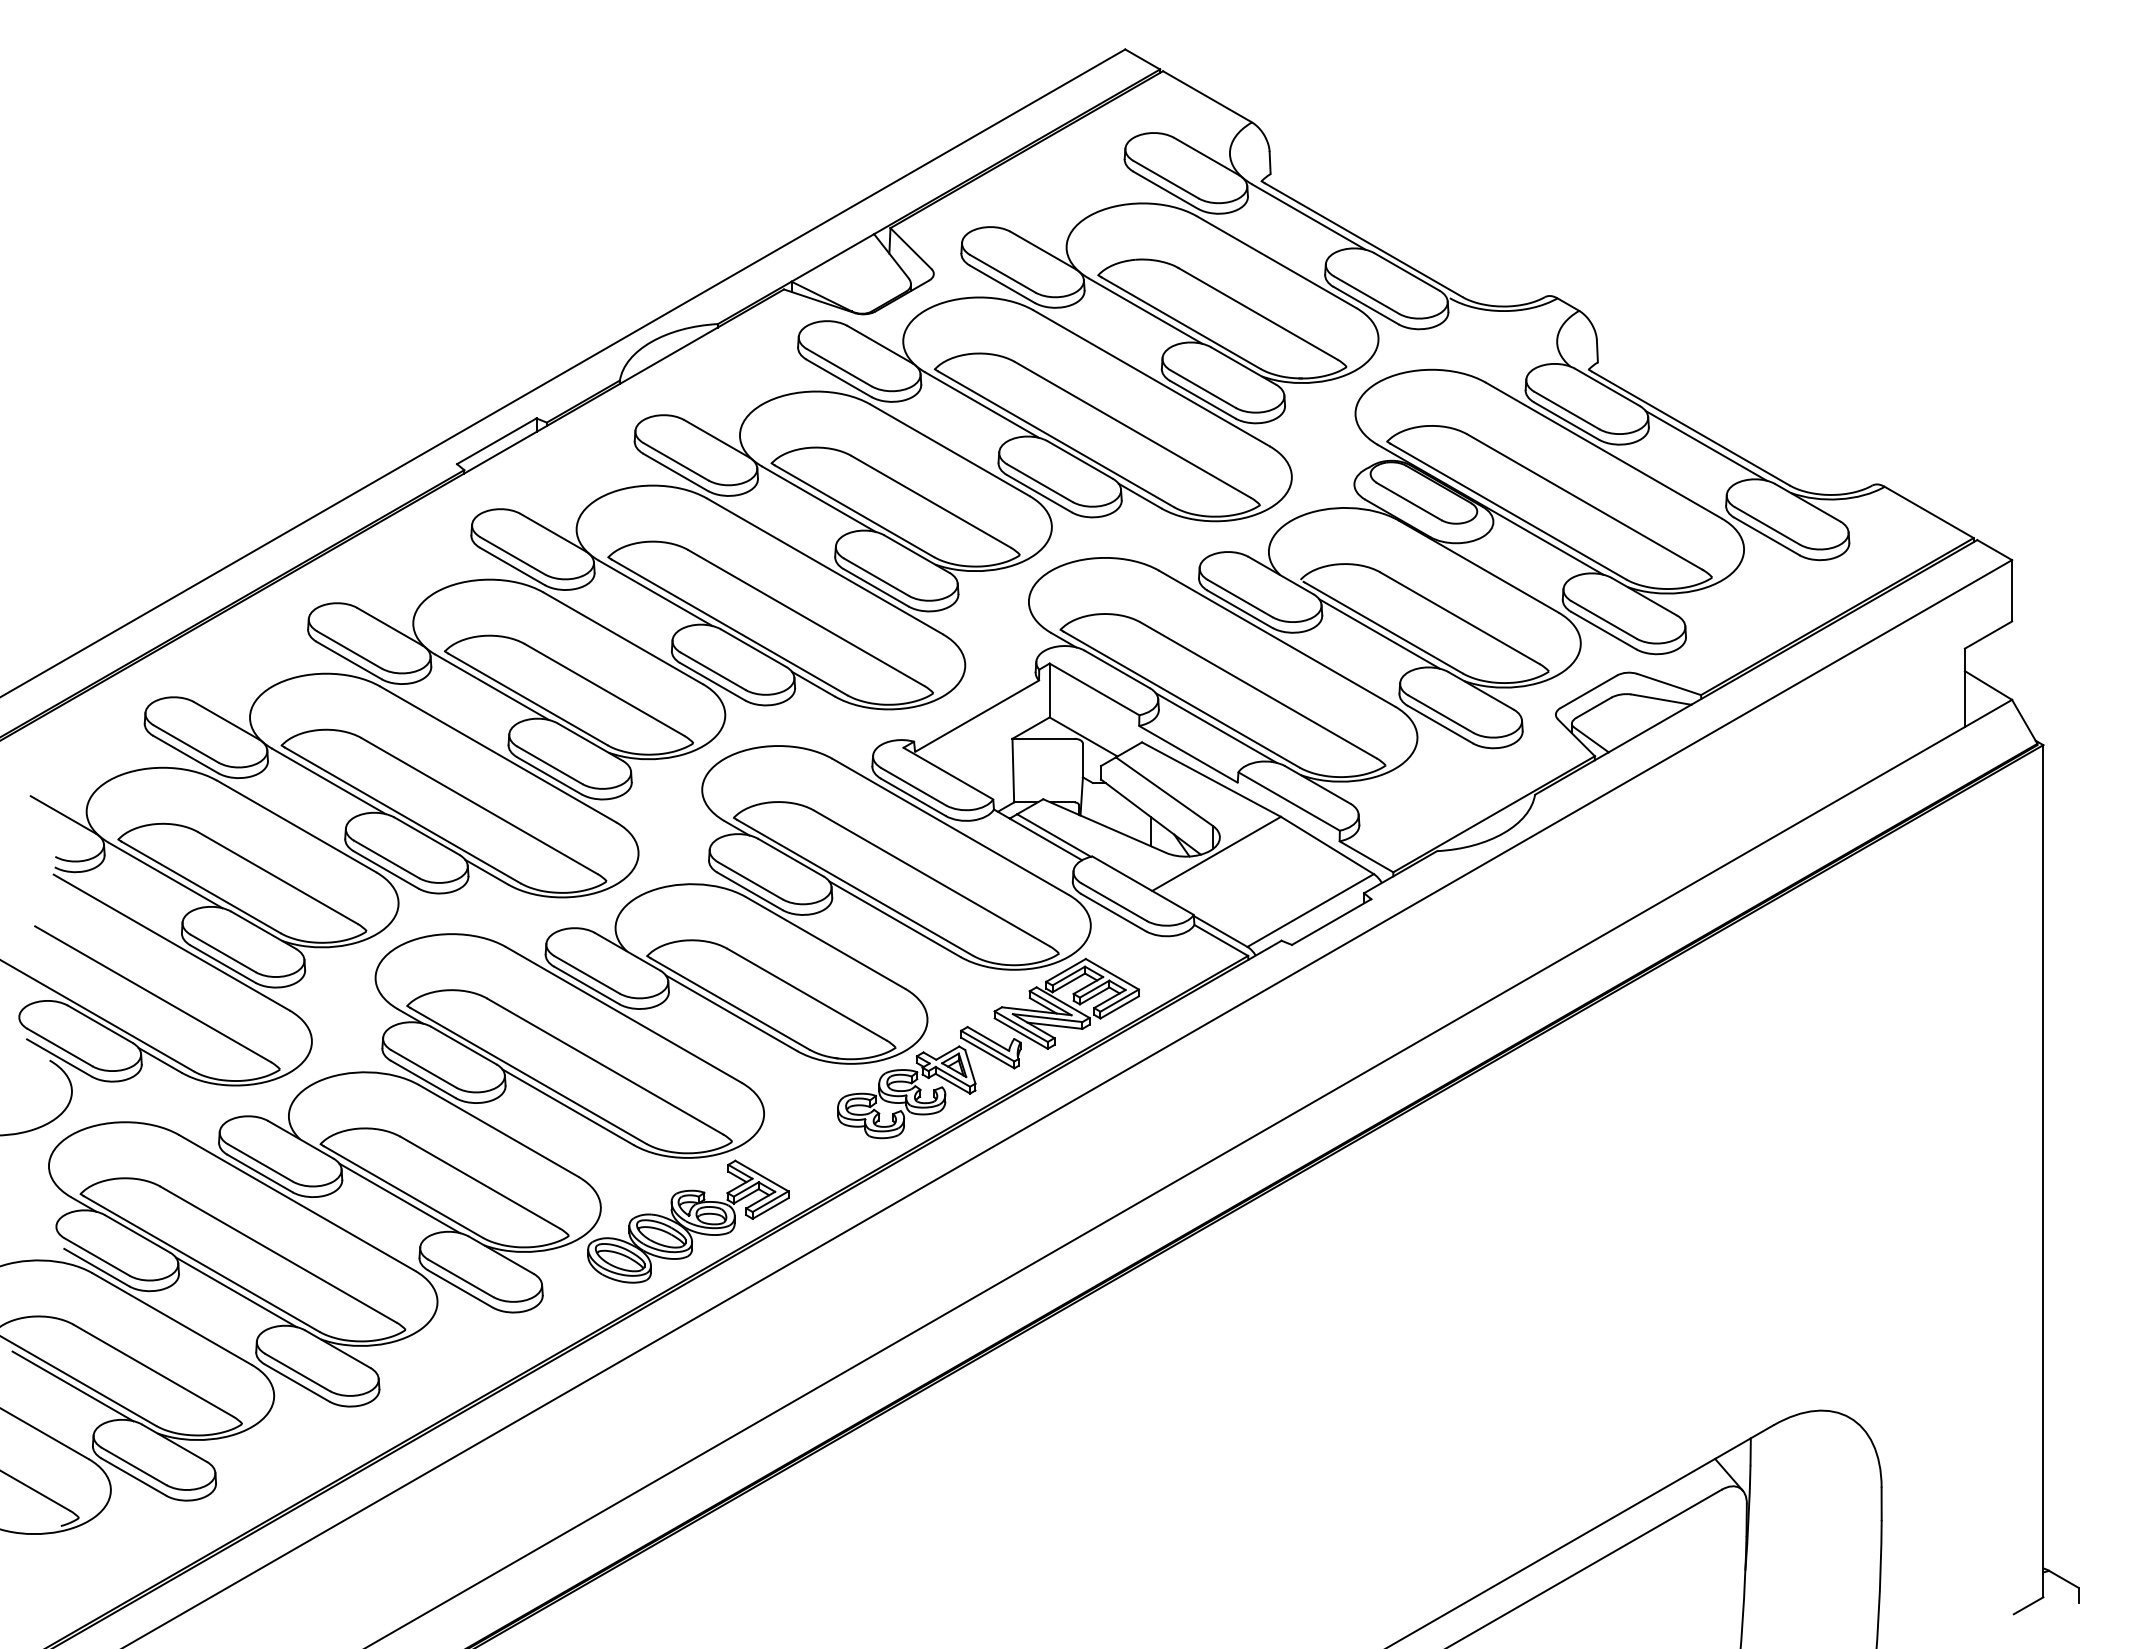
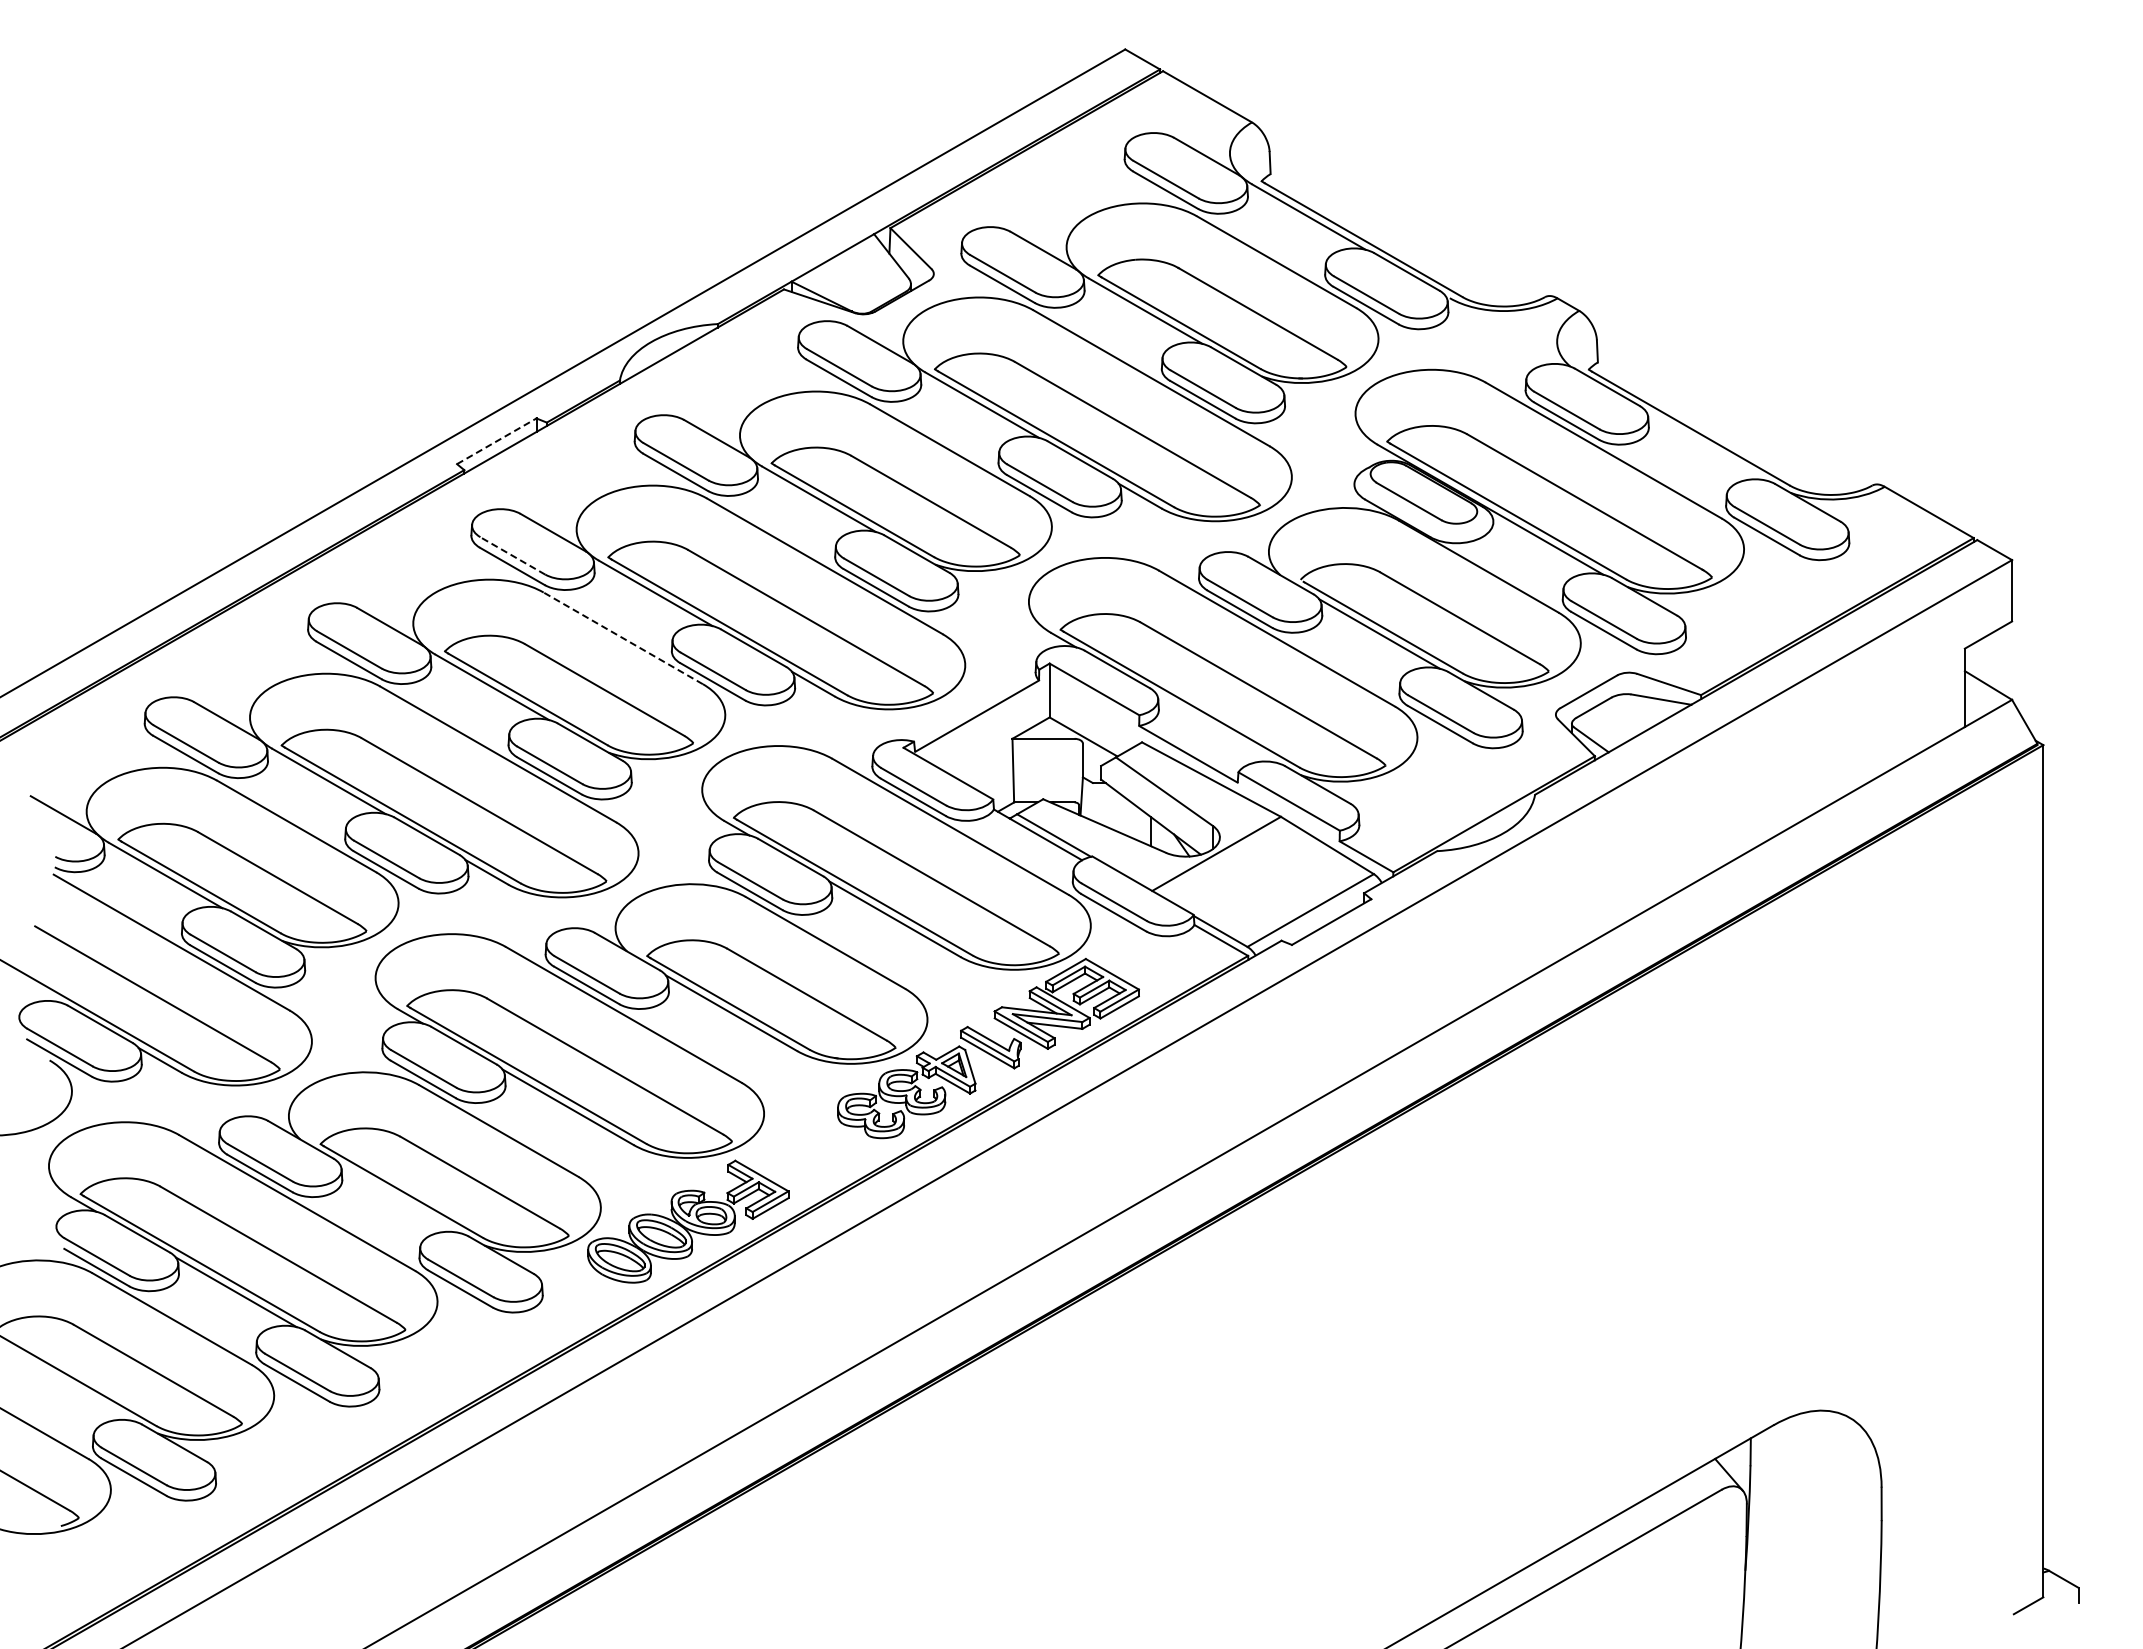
line at (496, 441): solid -> dashed
line at (1705, 445): present -> none
line at (512, 555): solid -> dashed
line at (623, 638): solid -> dashed
line at (1215, 727): present -> none
line at (399, 1198): present -> none
line at (72, 1386): present -> none
